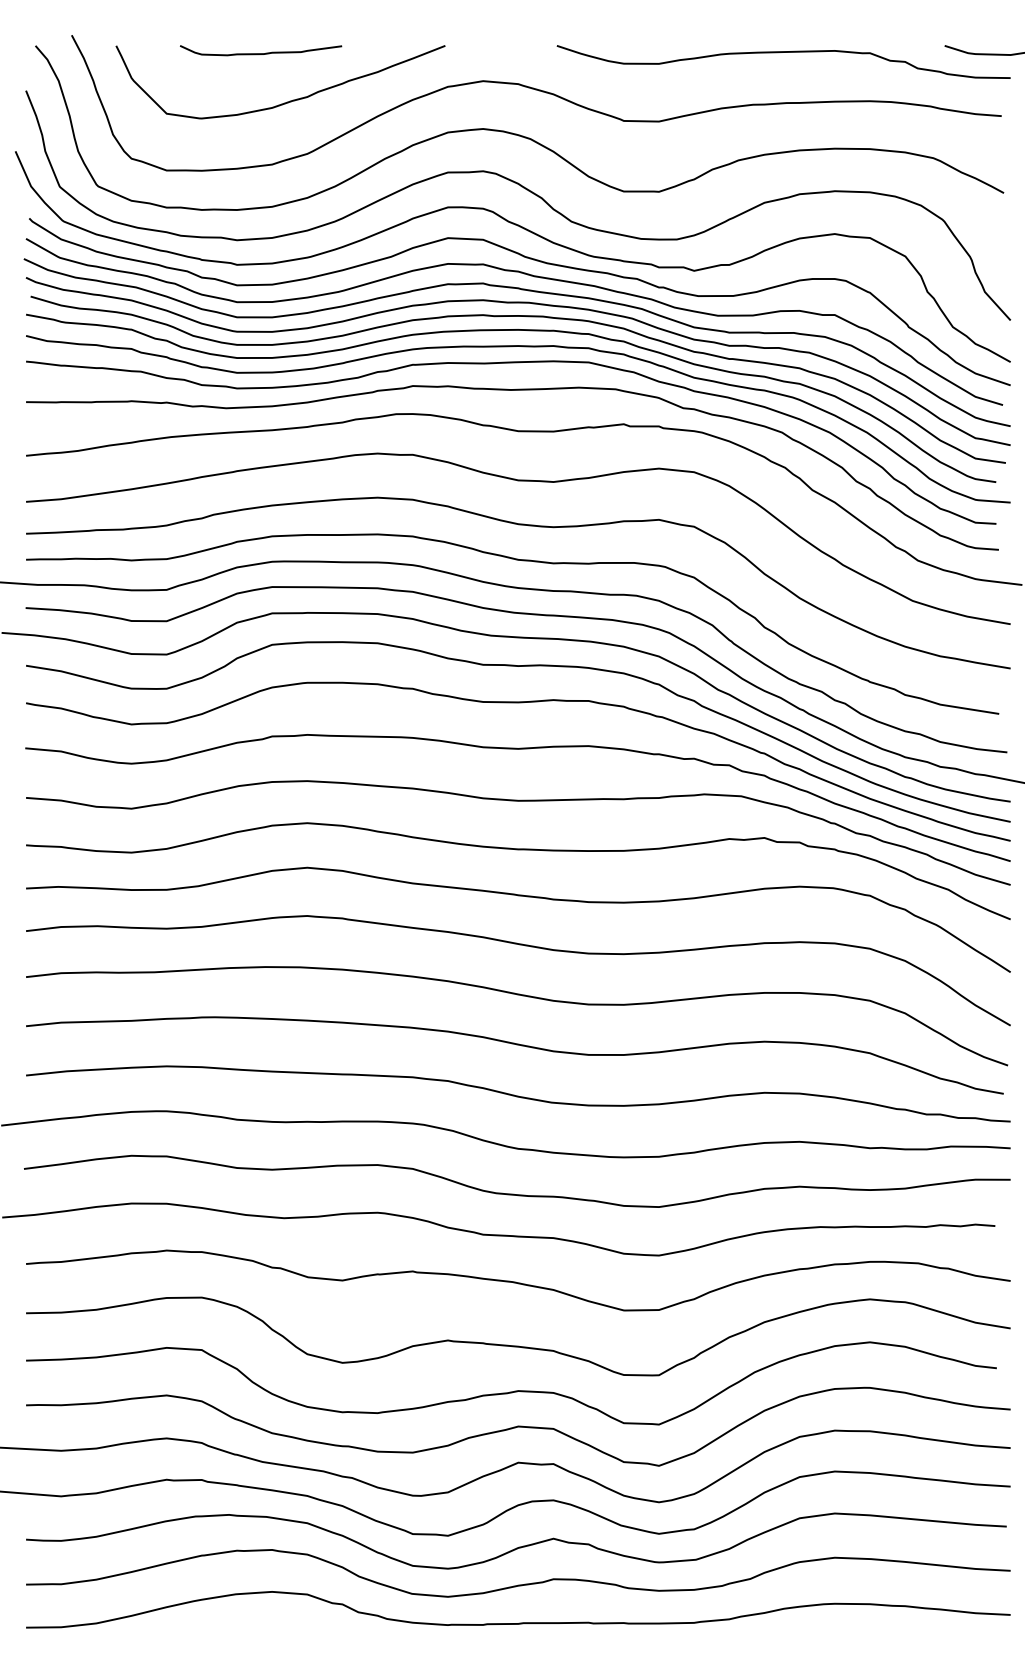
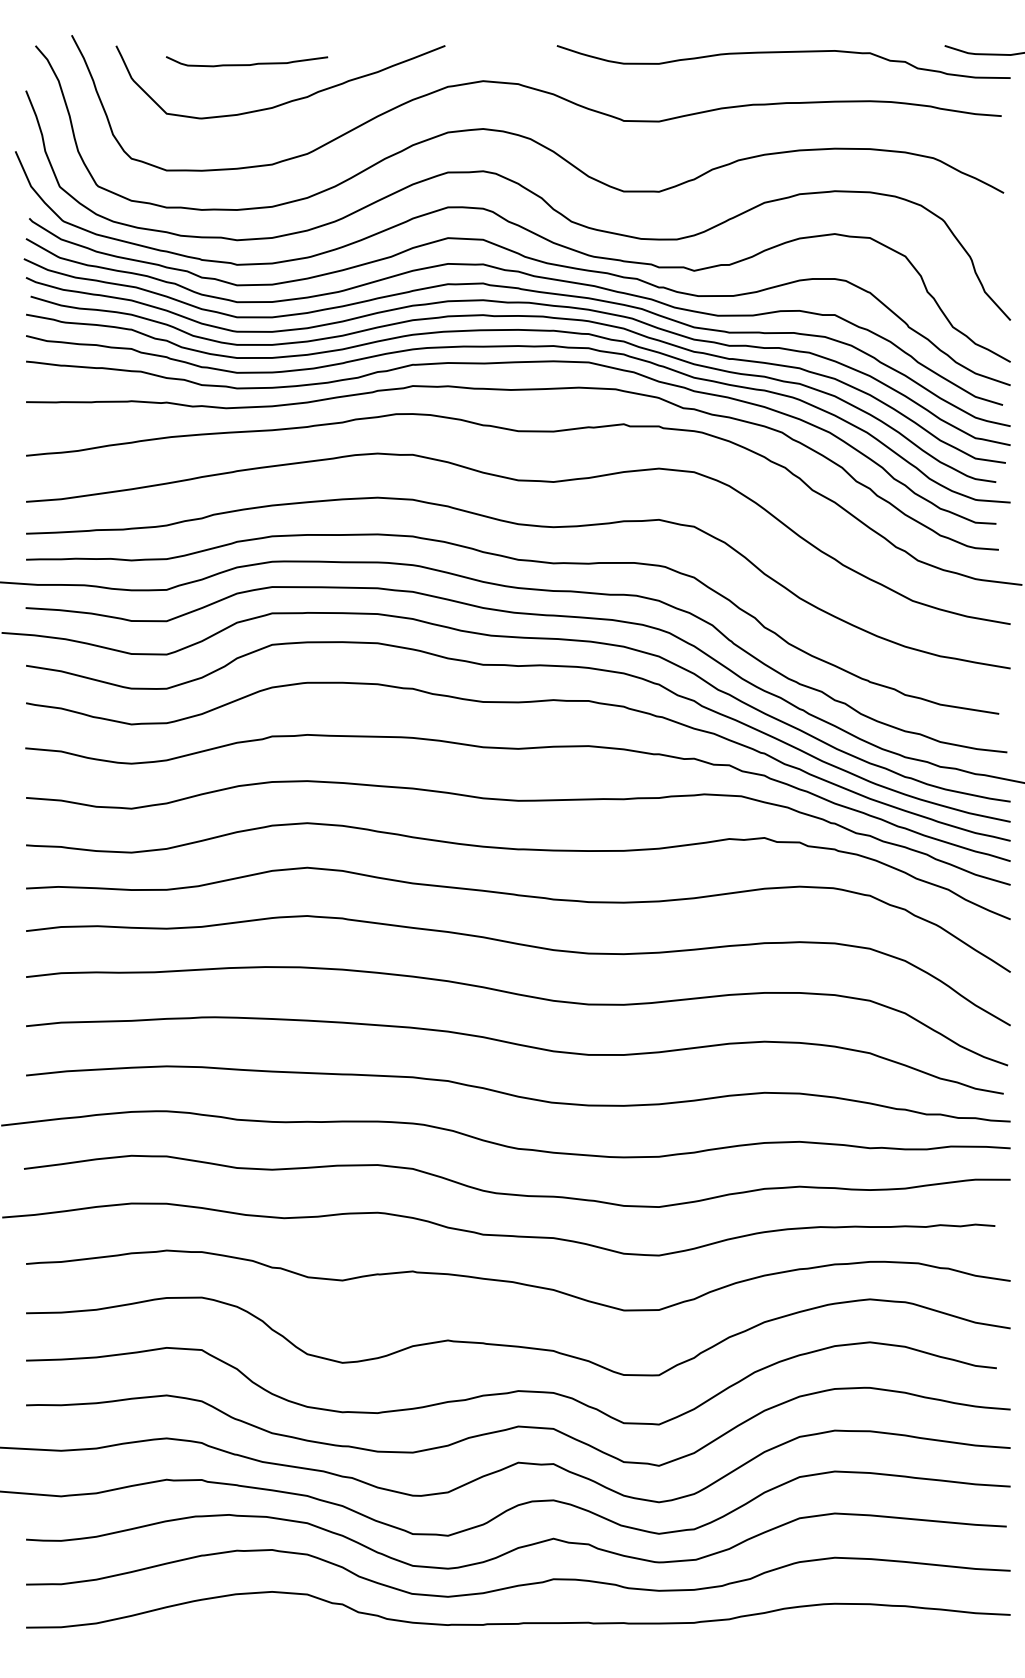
curve at (261, 53) position: (261, 53) -> (247, 64)
